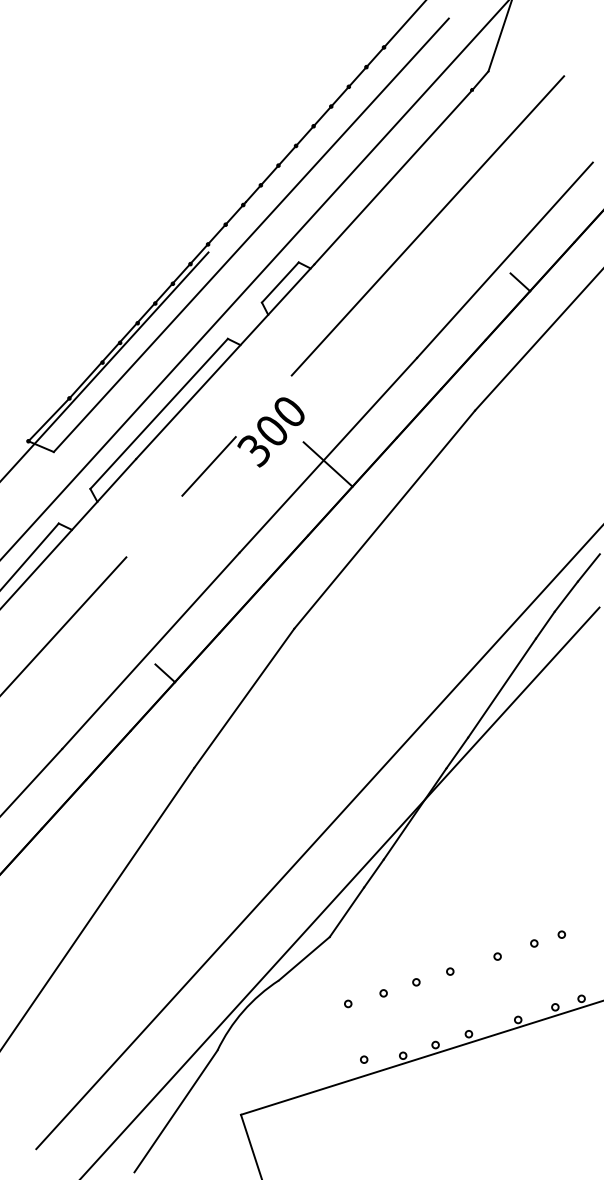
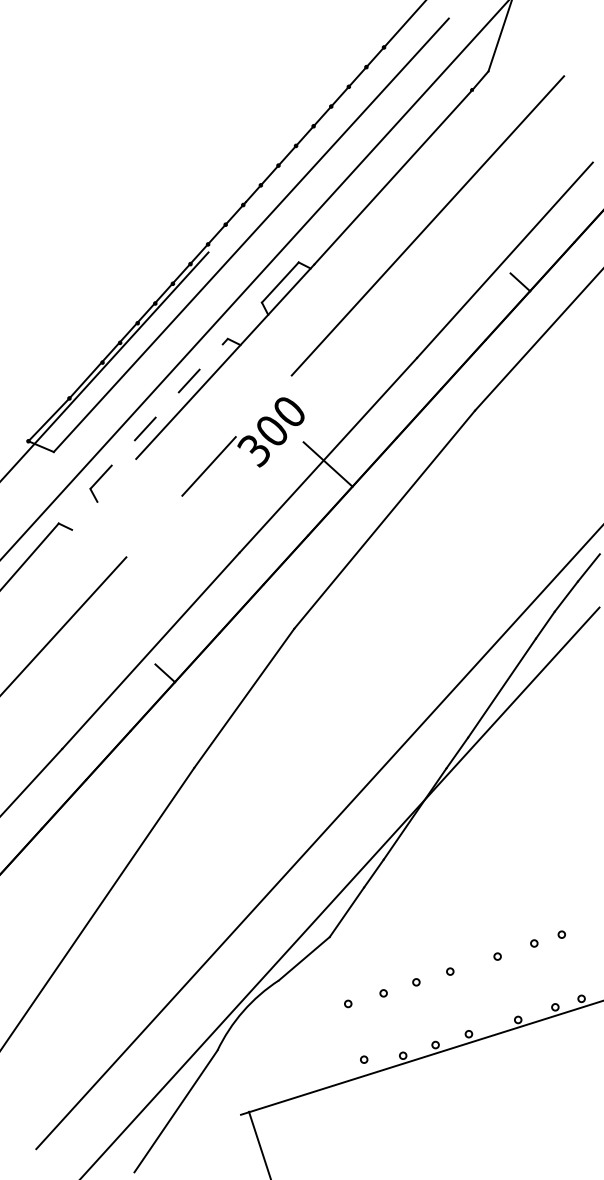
line at (159, 413): solid -> dashed
line at (69, 532): present -> none
line at (250, 1145) position: (250, 1145) -> (259, 1143)
